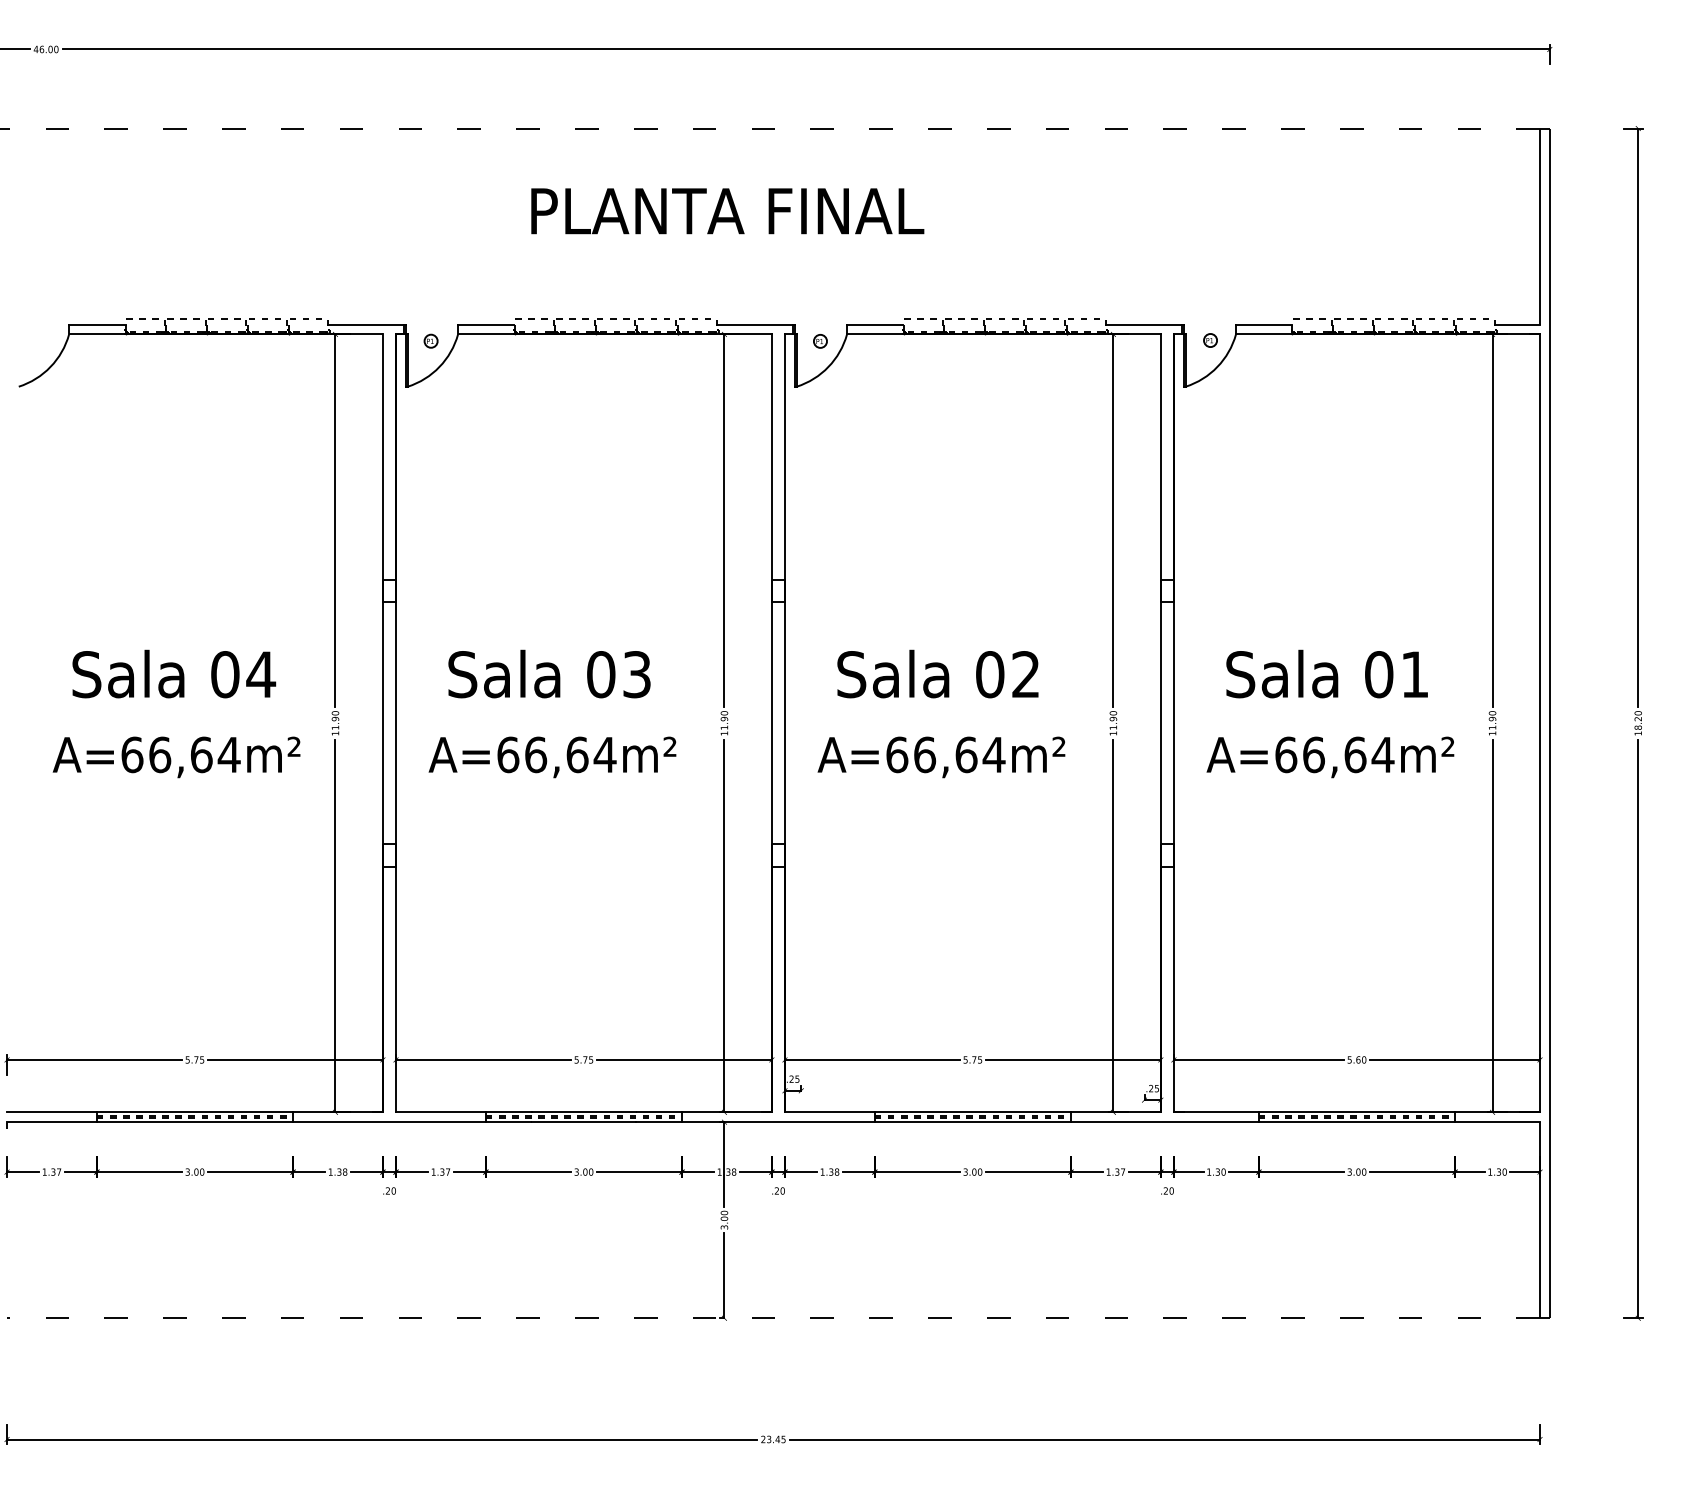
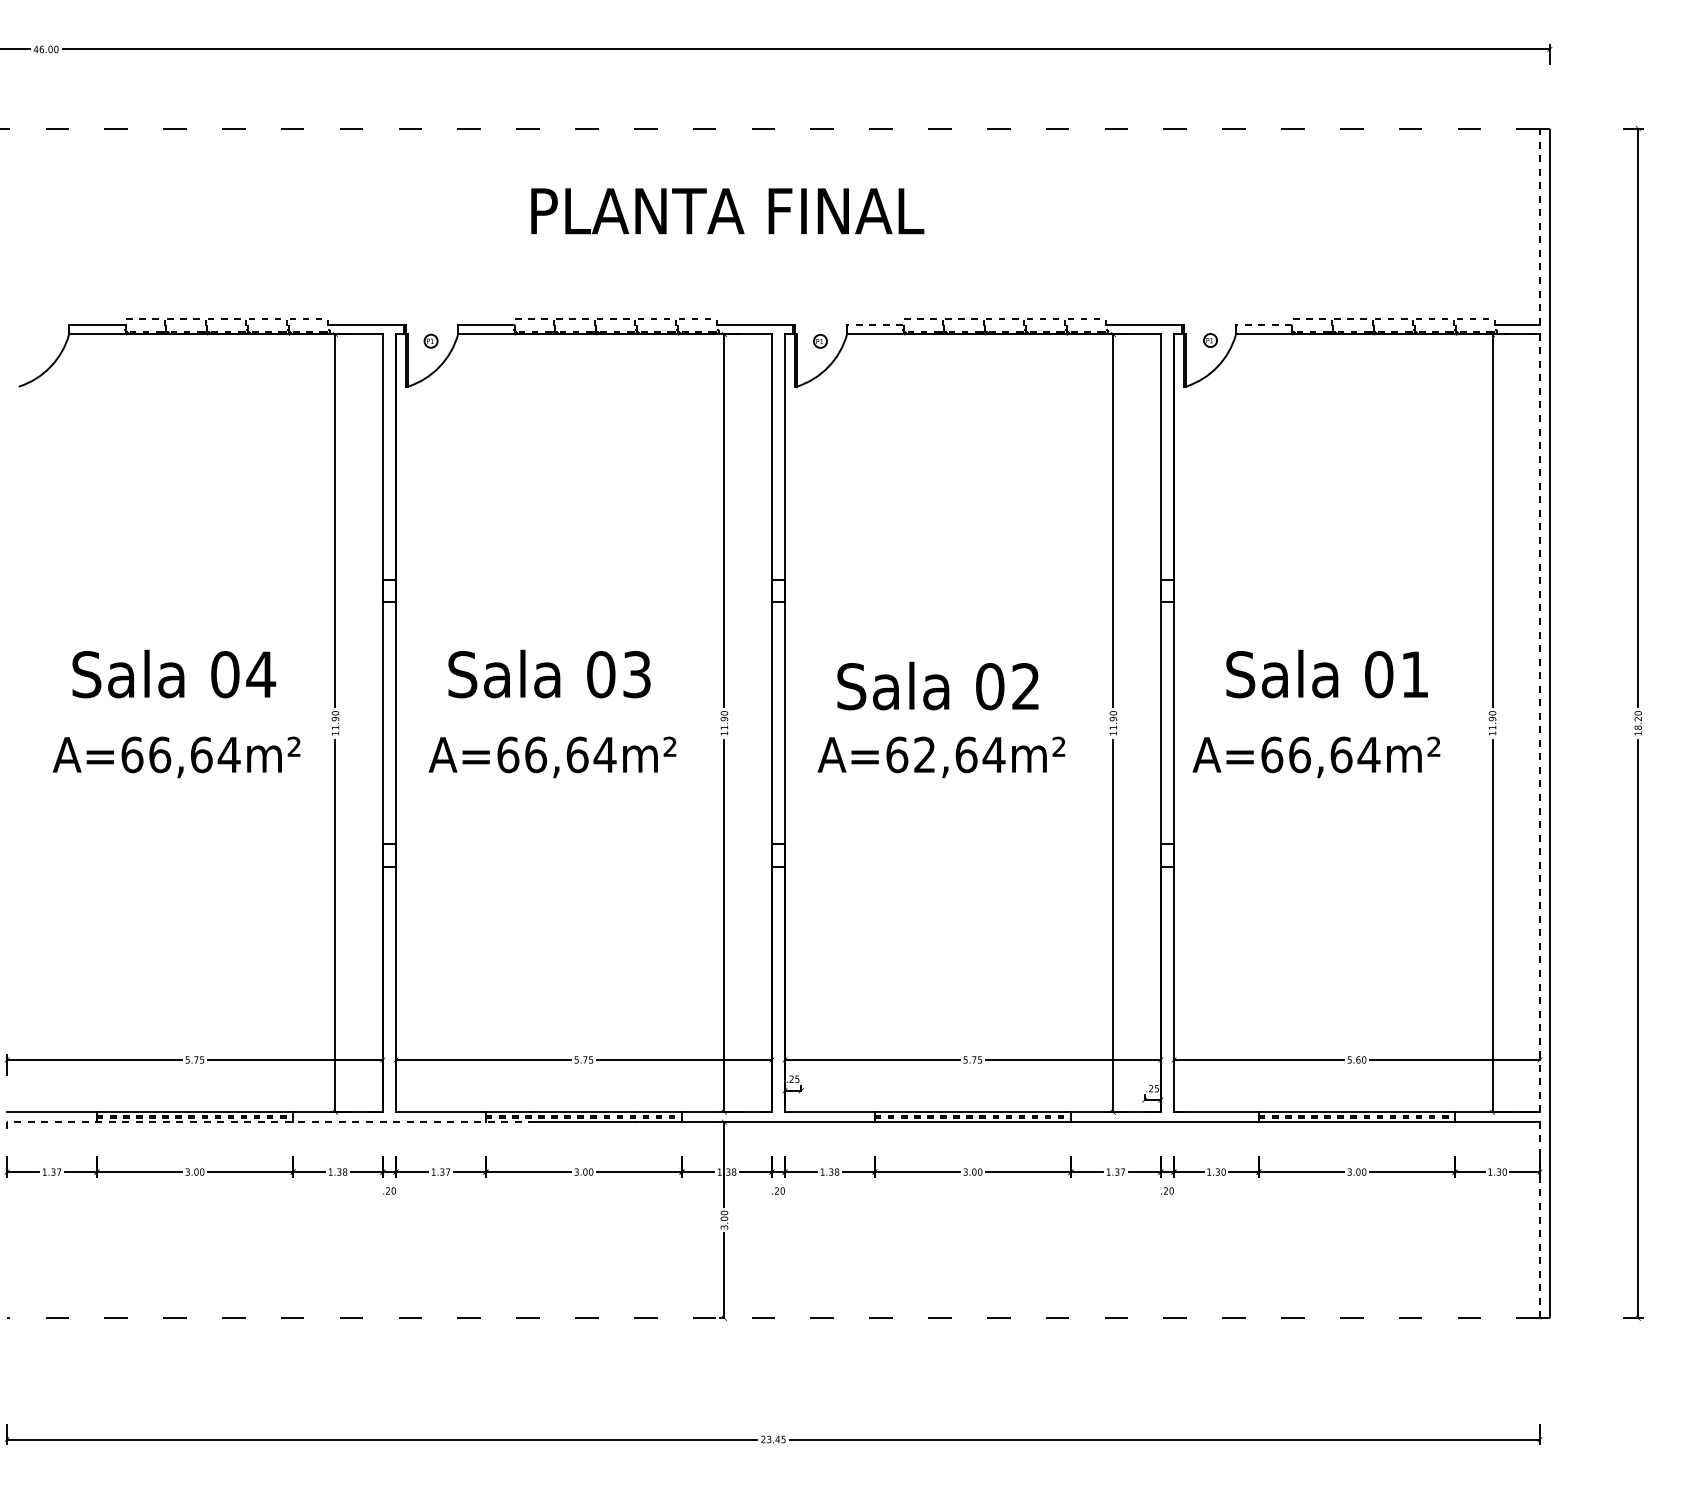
line at (1540, 226): solid -> dashed
line at (874, 324): solid -> dashed
line at (1263, 324): solid -> dashed
text at (937, 673) position: (937, 673) -> (937, 685)
line at (1540, 723): solid -> dashed
text at (925, 754): A=66,64m² -> A=62,64m²
text at (1330, 757) position: (1330, 757) -> (1316, 757)
line at (265, 1122): solid -> dashed
line at (1540, 1220): solid -> dashed
